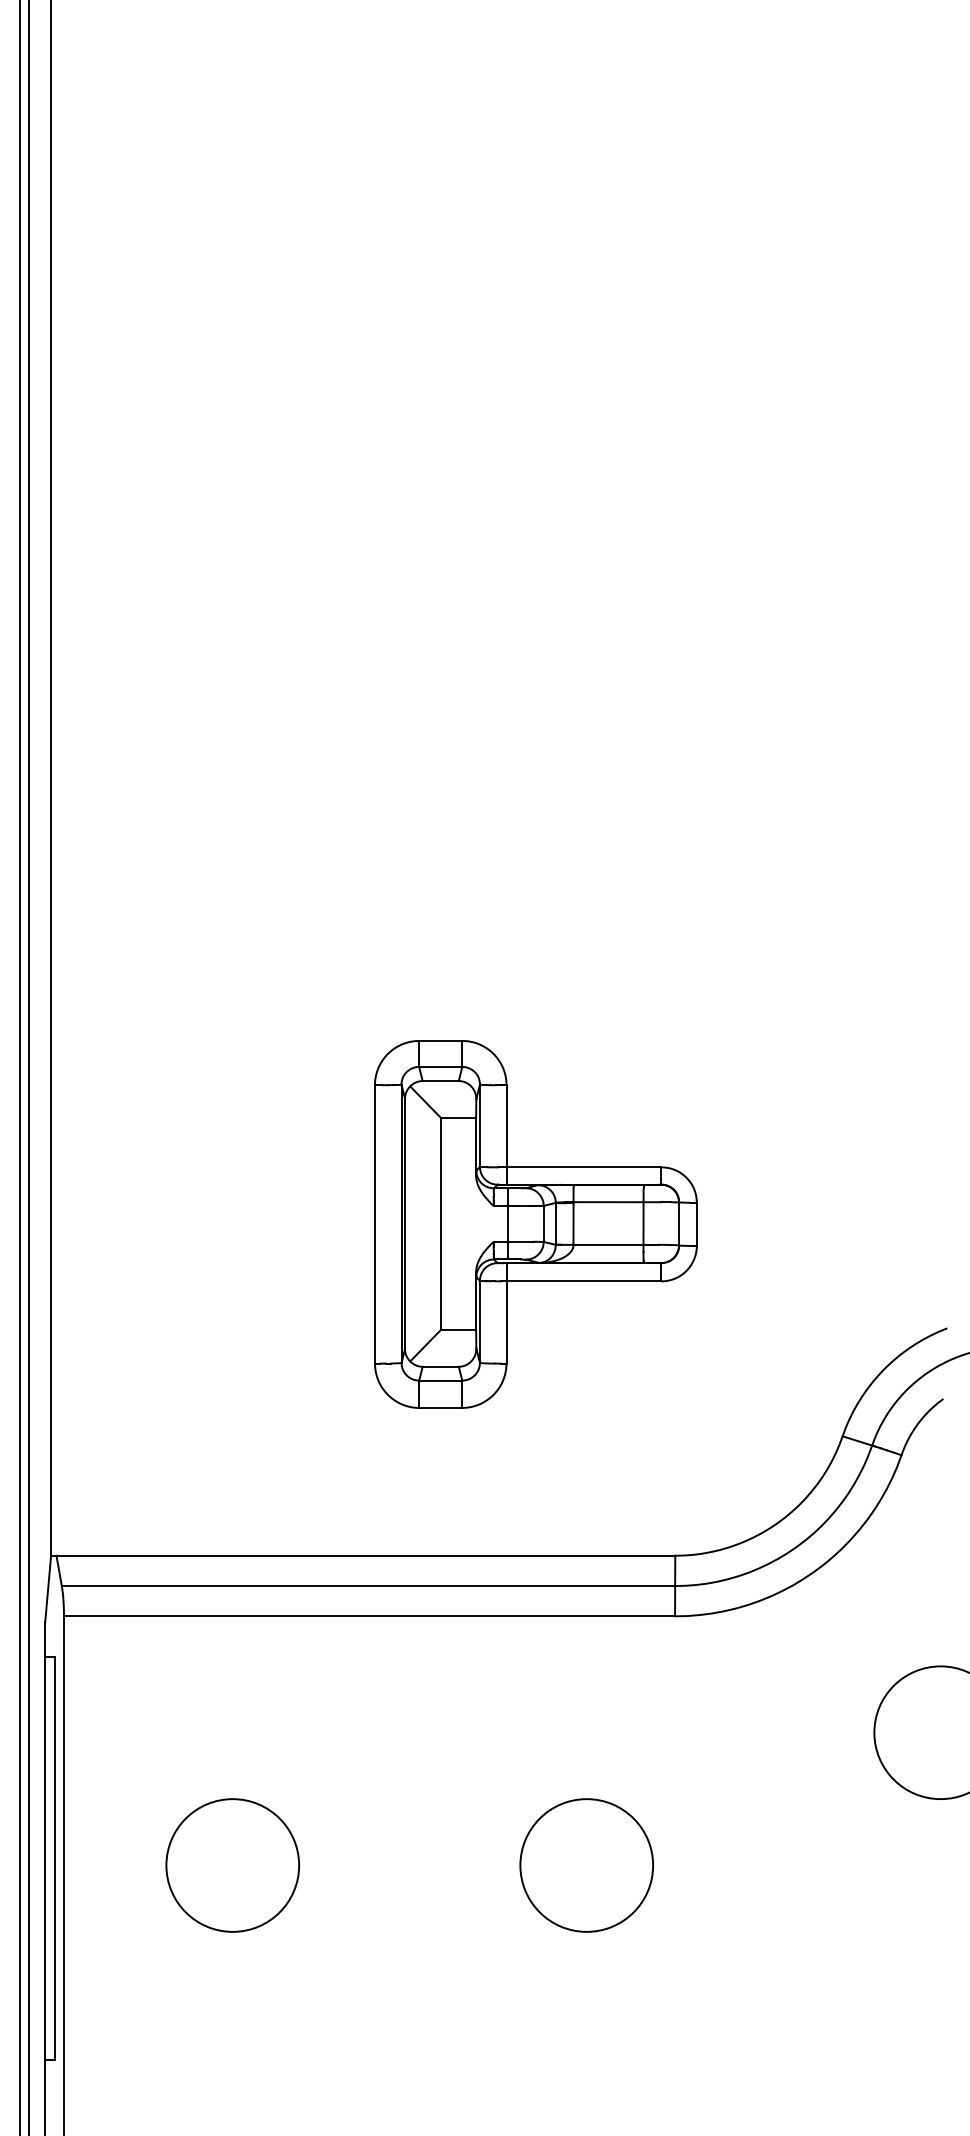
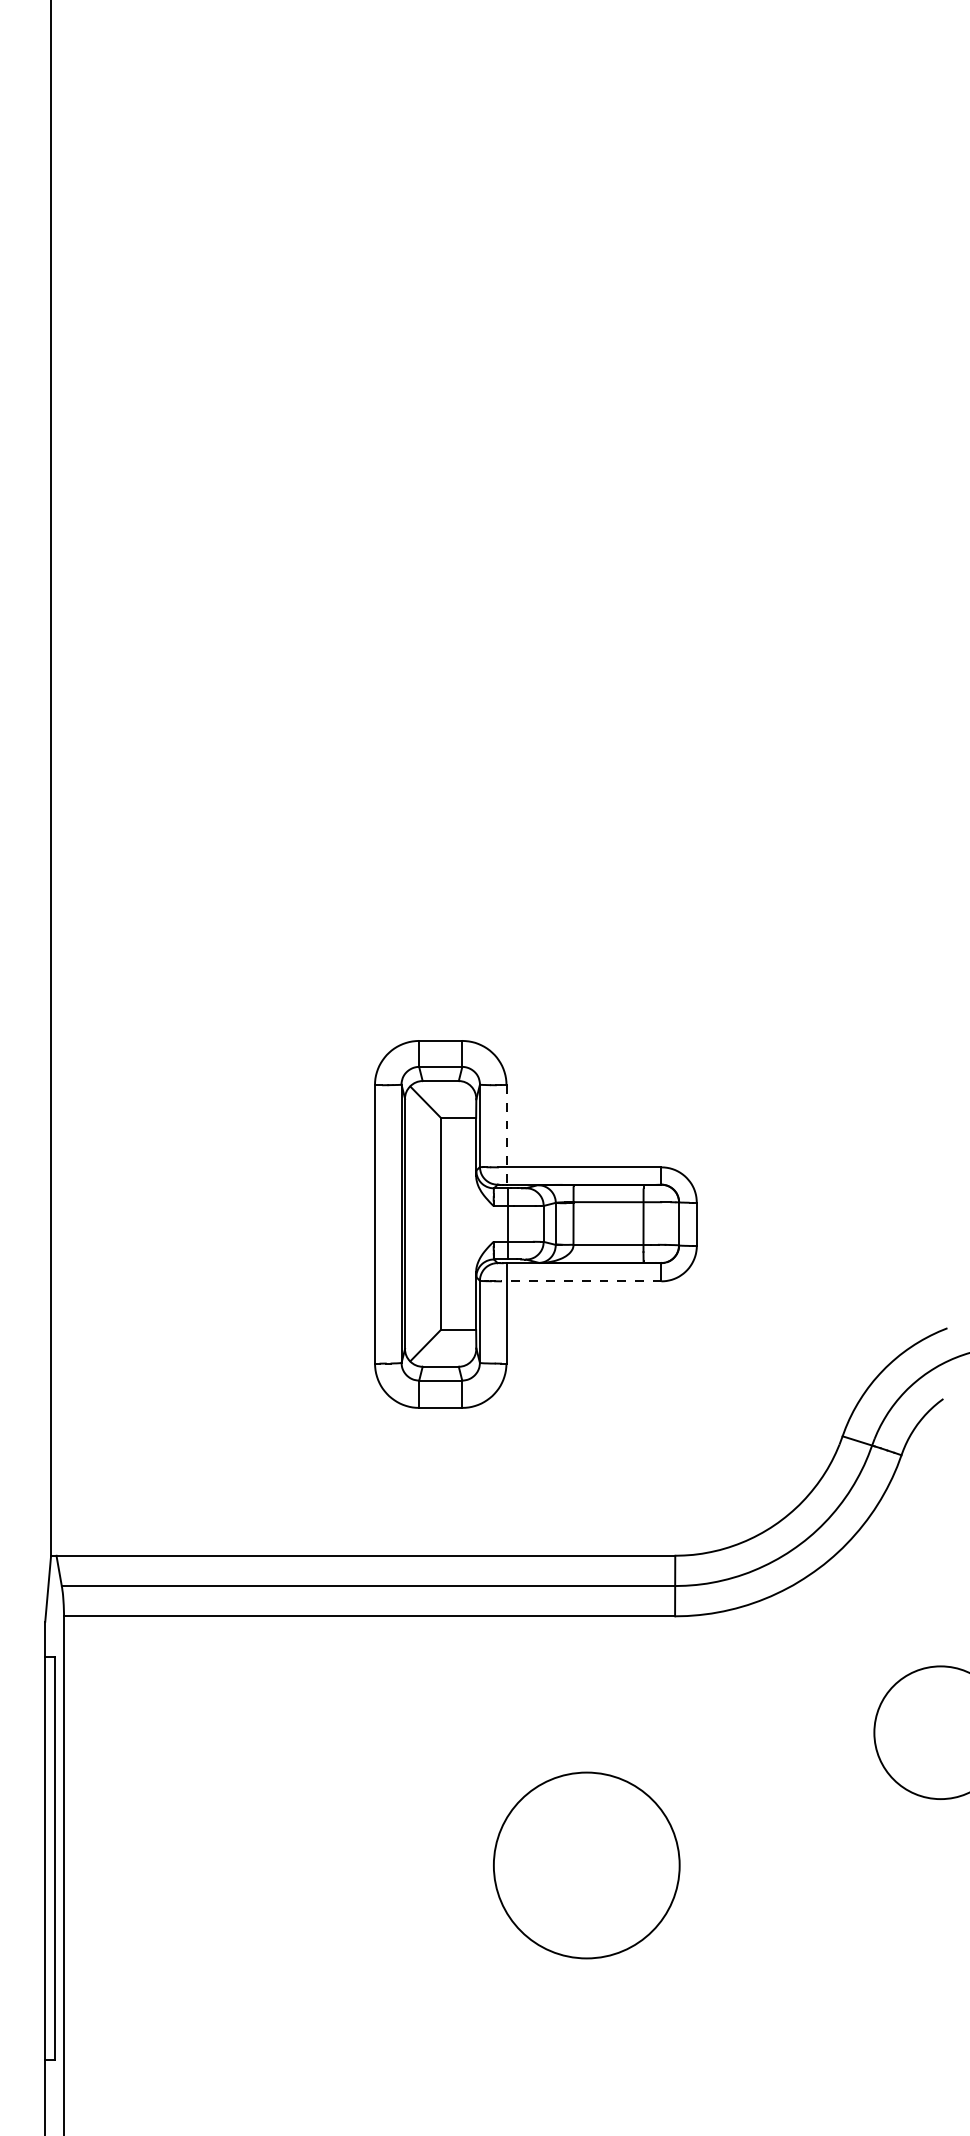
line at (20, 1067): present -> none
line at (29, 1067): present -> none
line at (506, 1134): solid -> dashed
line at (580, 1281): solid -> dashed
circle at (232, 1865): present -> none
circle at (586, 1865) diameter: 133 px -> 186 px
